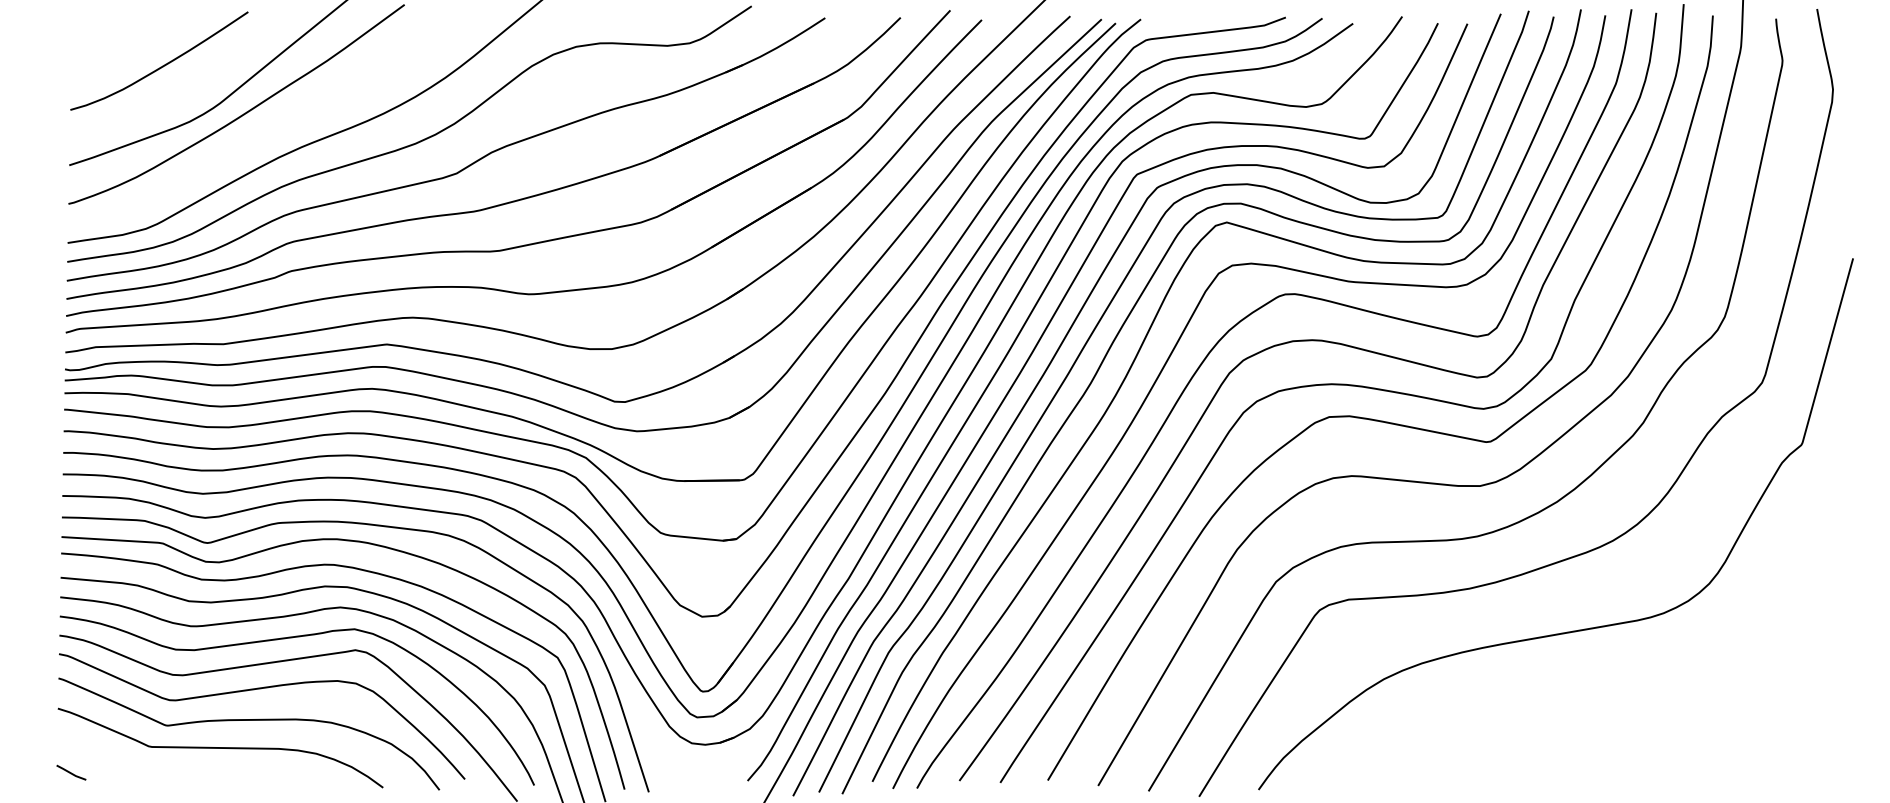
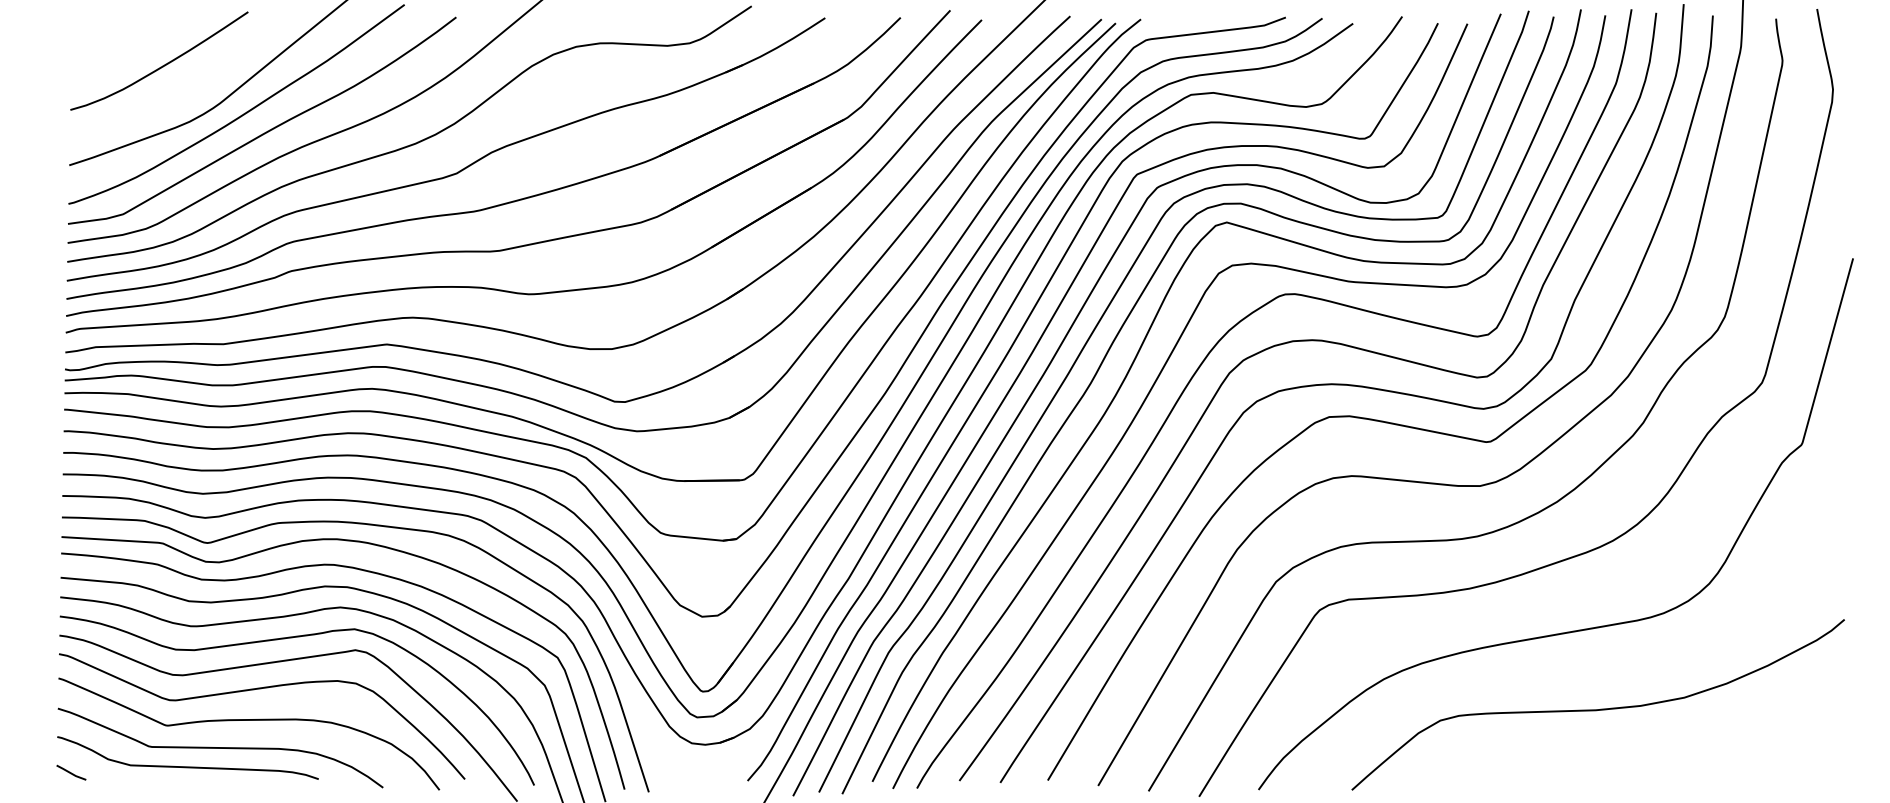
curve at (267, 130): none -> present
curve at (1600, 708): none -> present
curve at (187, 766): none -> present
